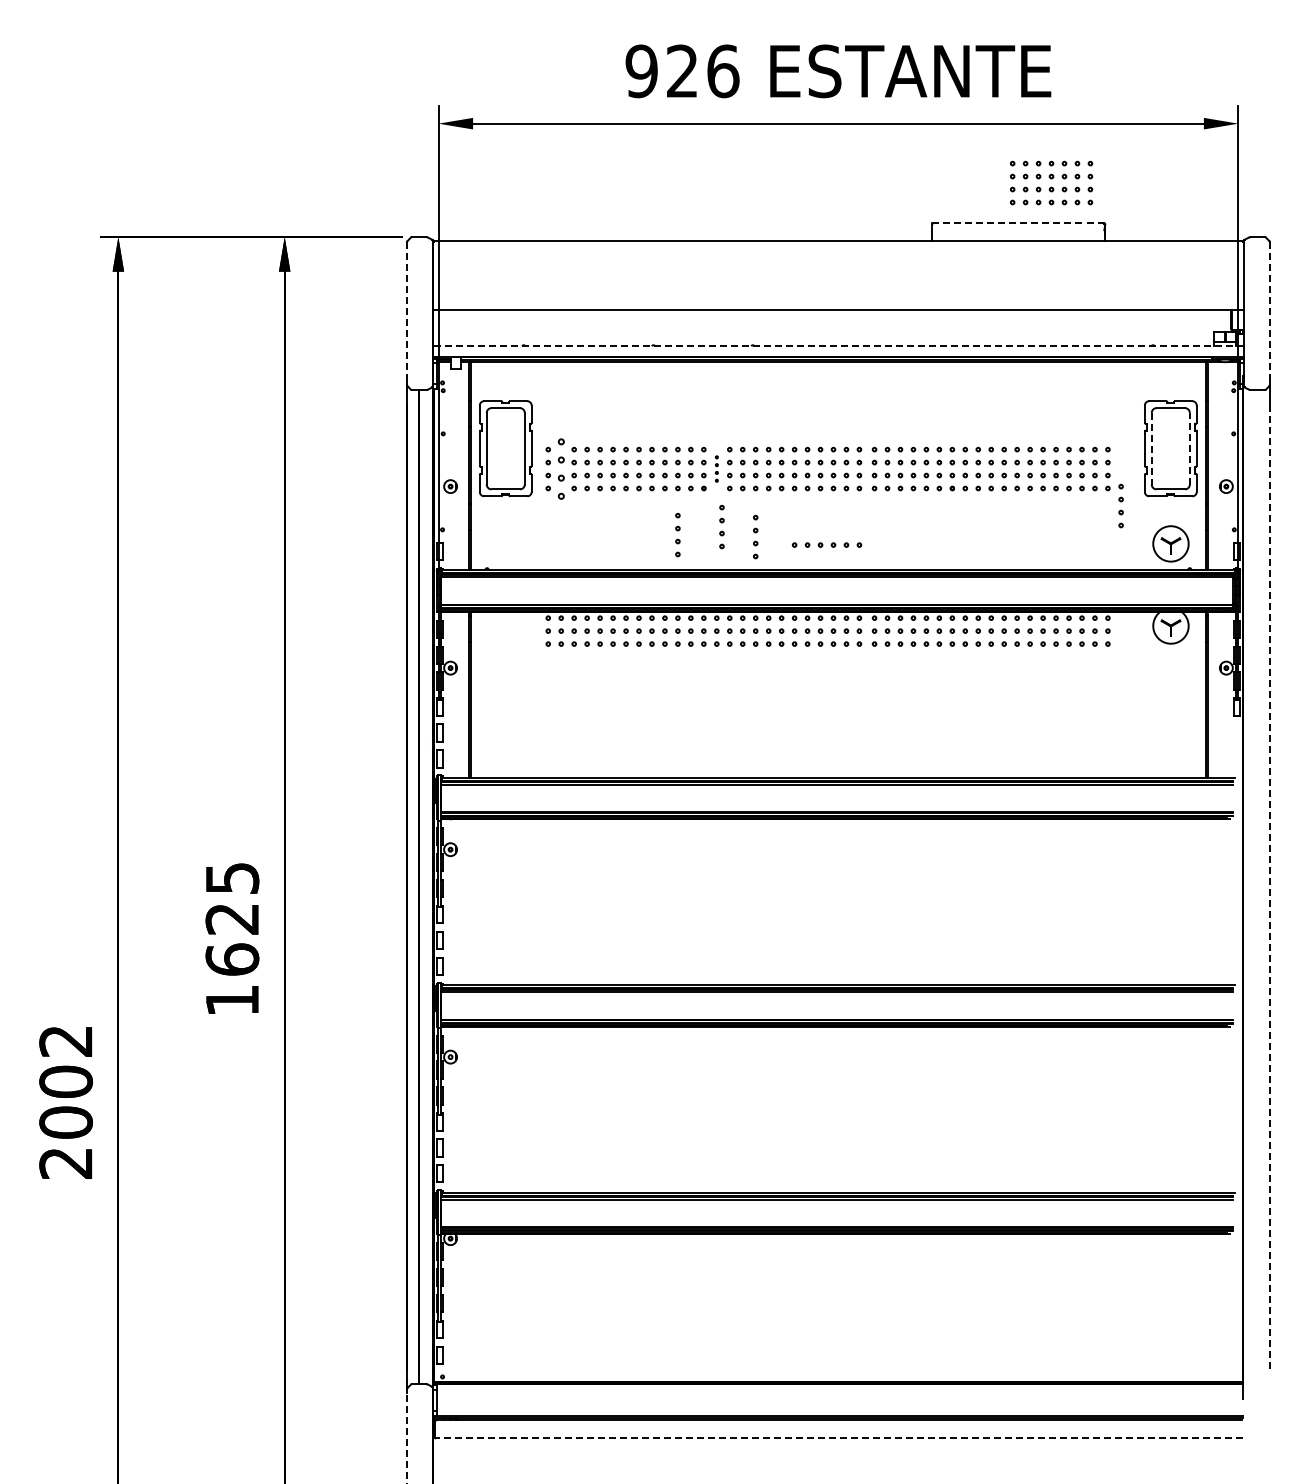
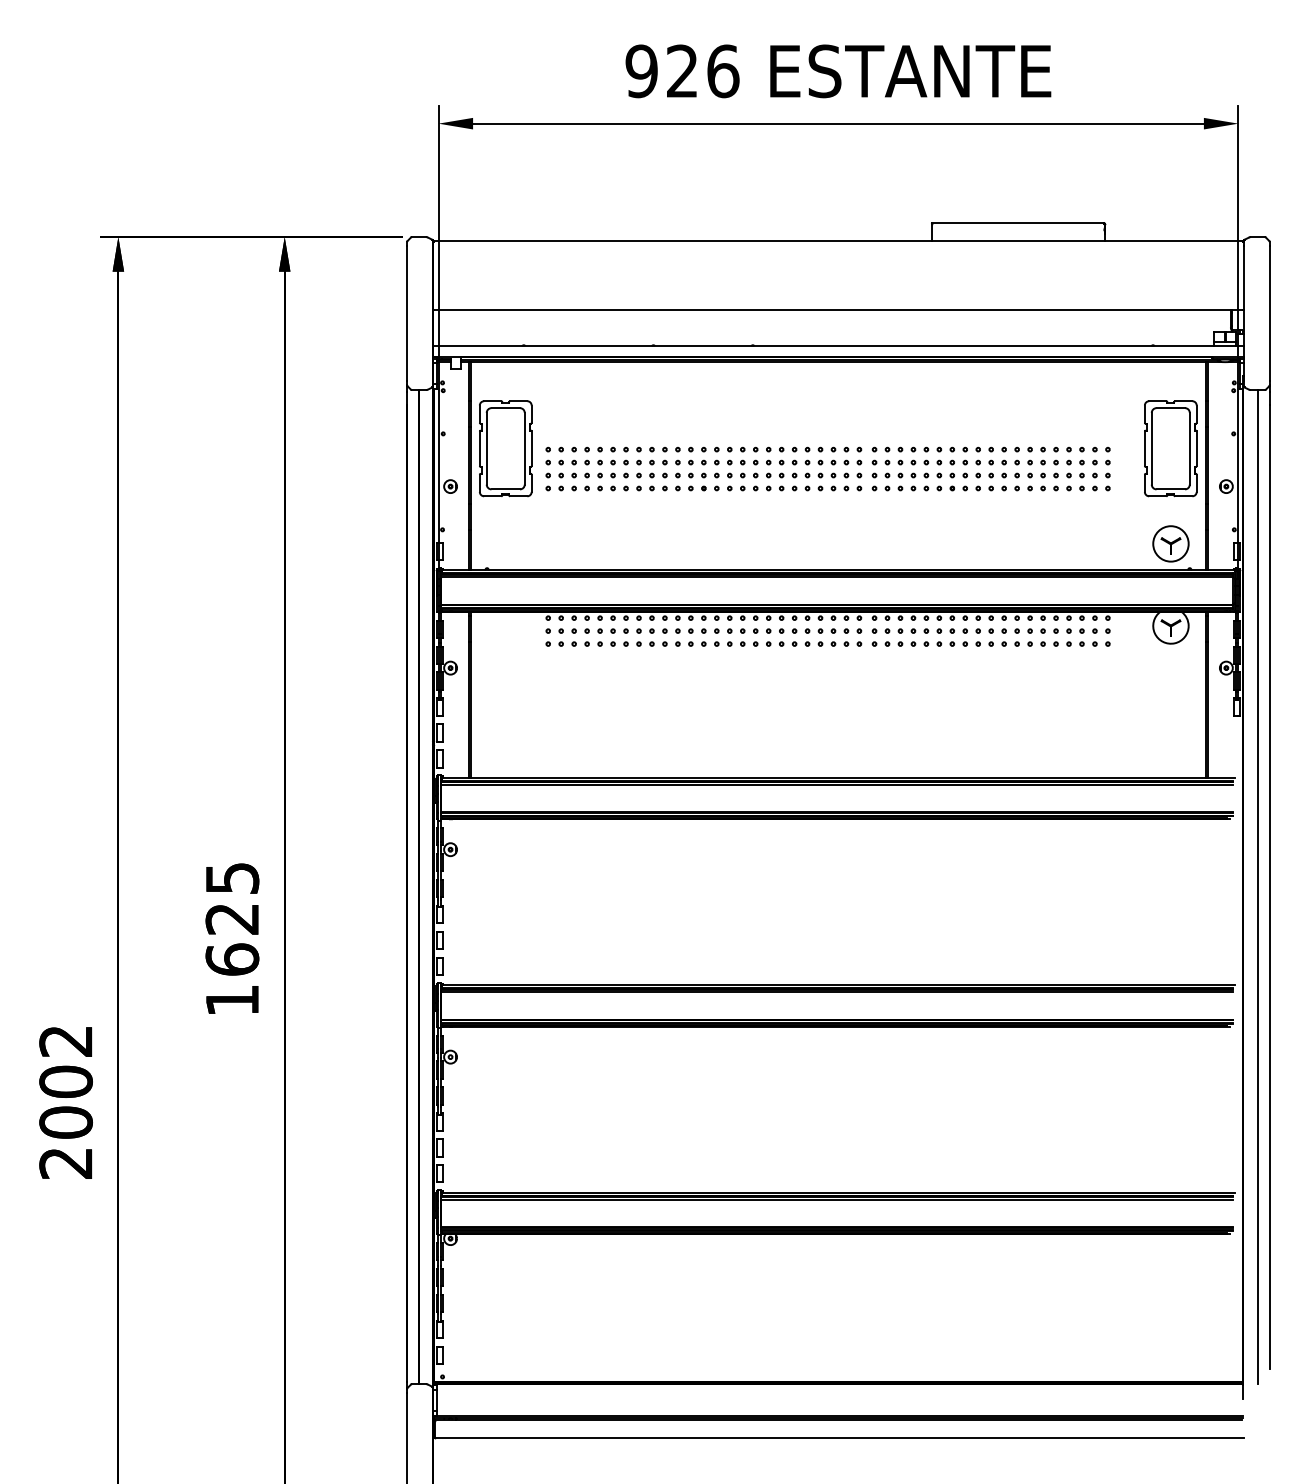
part at (1051, 182): present -> none
line at (1018, 222): dashed -> solid
line at (407, 313): dashed -> solid
line at (1269, 313): dashed -> solid
line at (837, 346): dashed -> solid
line at (1151, 448): dashed -> solid
line at (1189, 448): dashed -> solid
part at (560, 468) size: 8x62 px -> 6x46 px
part at (716, 468) size: 5x28 px -> 6x46 px
part at (1120, 505): present -> none
part at (721, 527): present -> none
part at (677, 535): present -> none
part at (755, 536): present -> none
part at (827, 544): present -> none
line at (1269, 886): dashed -> solid
line at (1257, 887): none -> present
line at (407, 1437): dashed -> solid
line at (838, 1437): dashed -> solid
